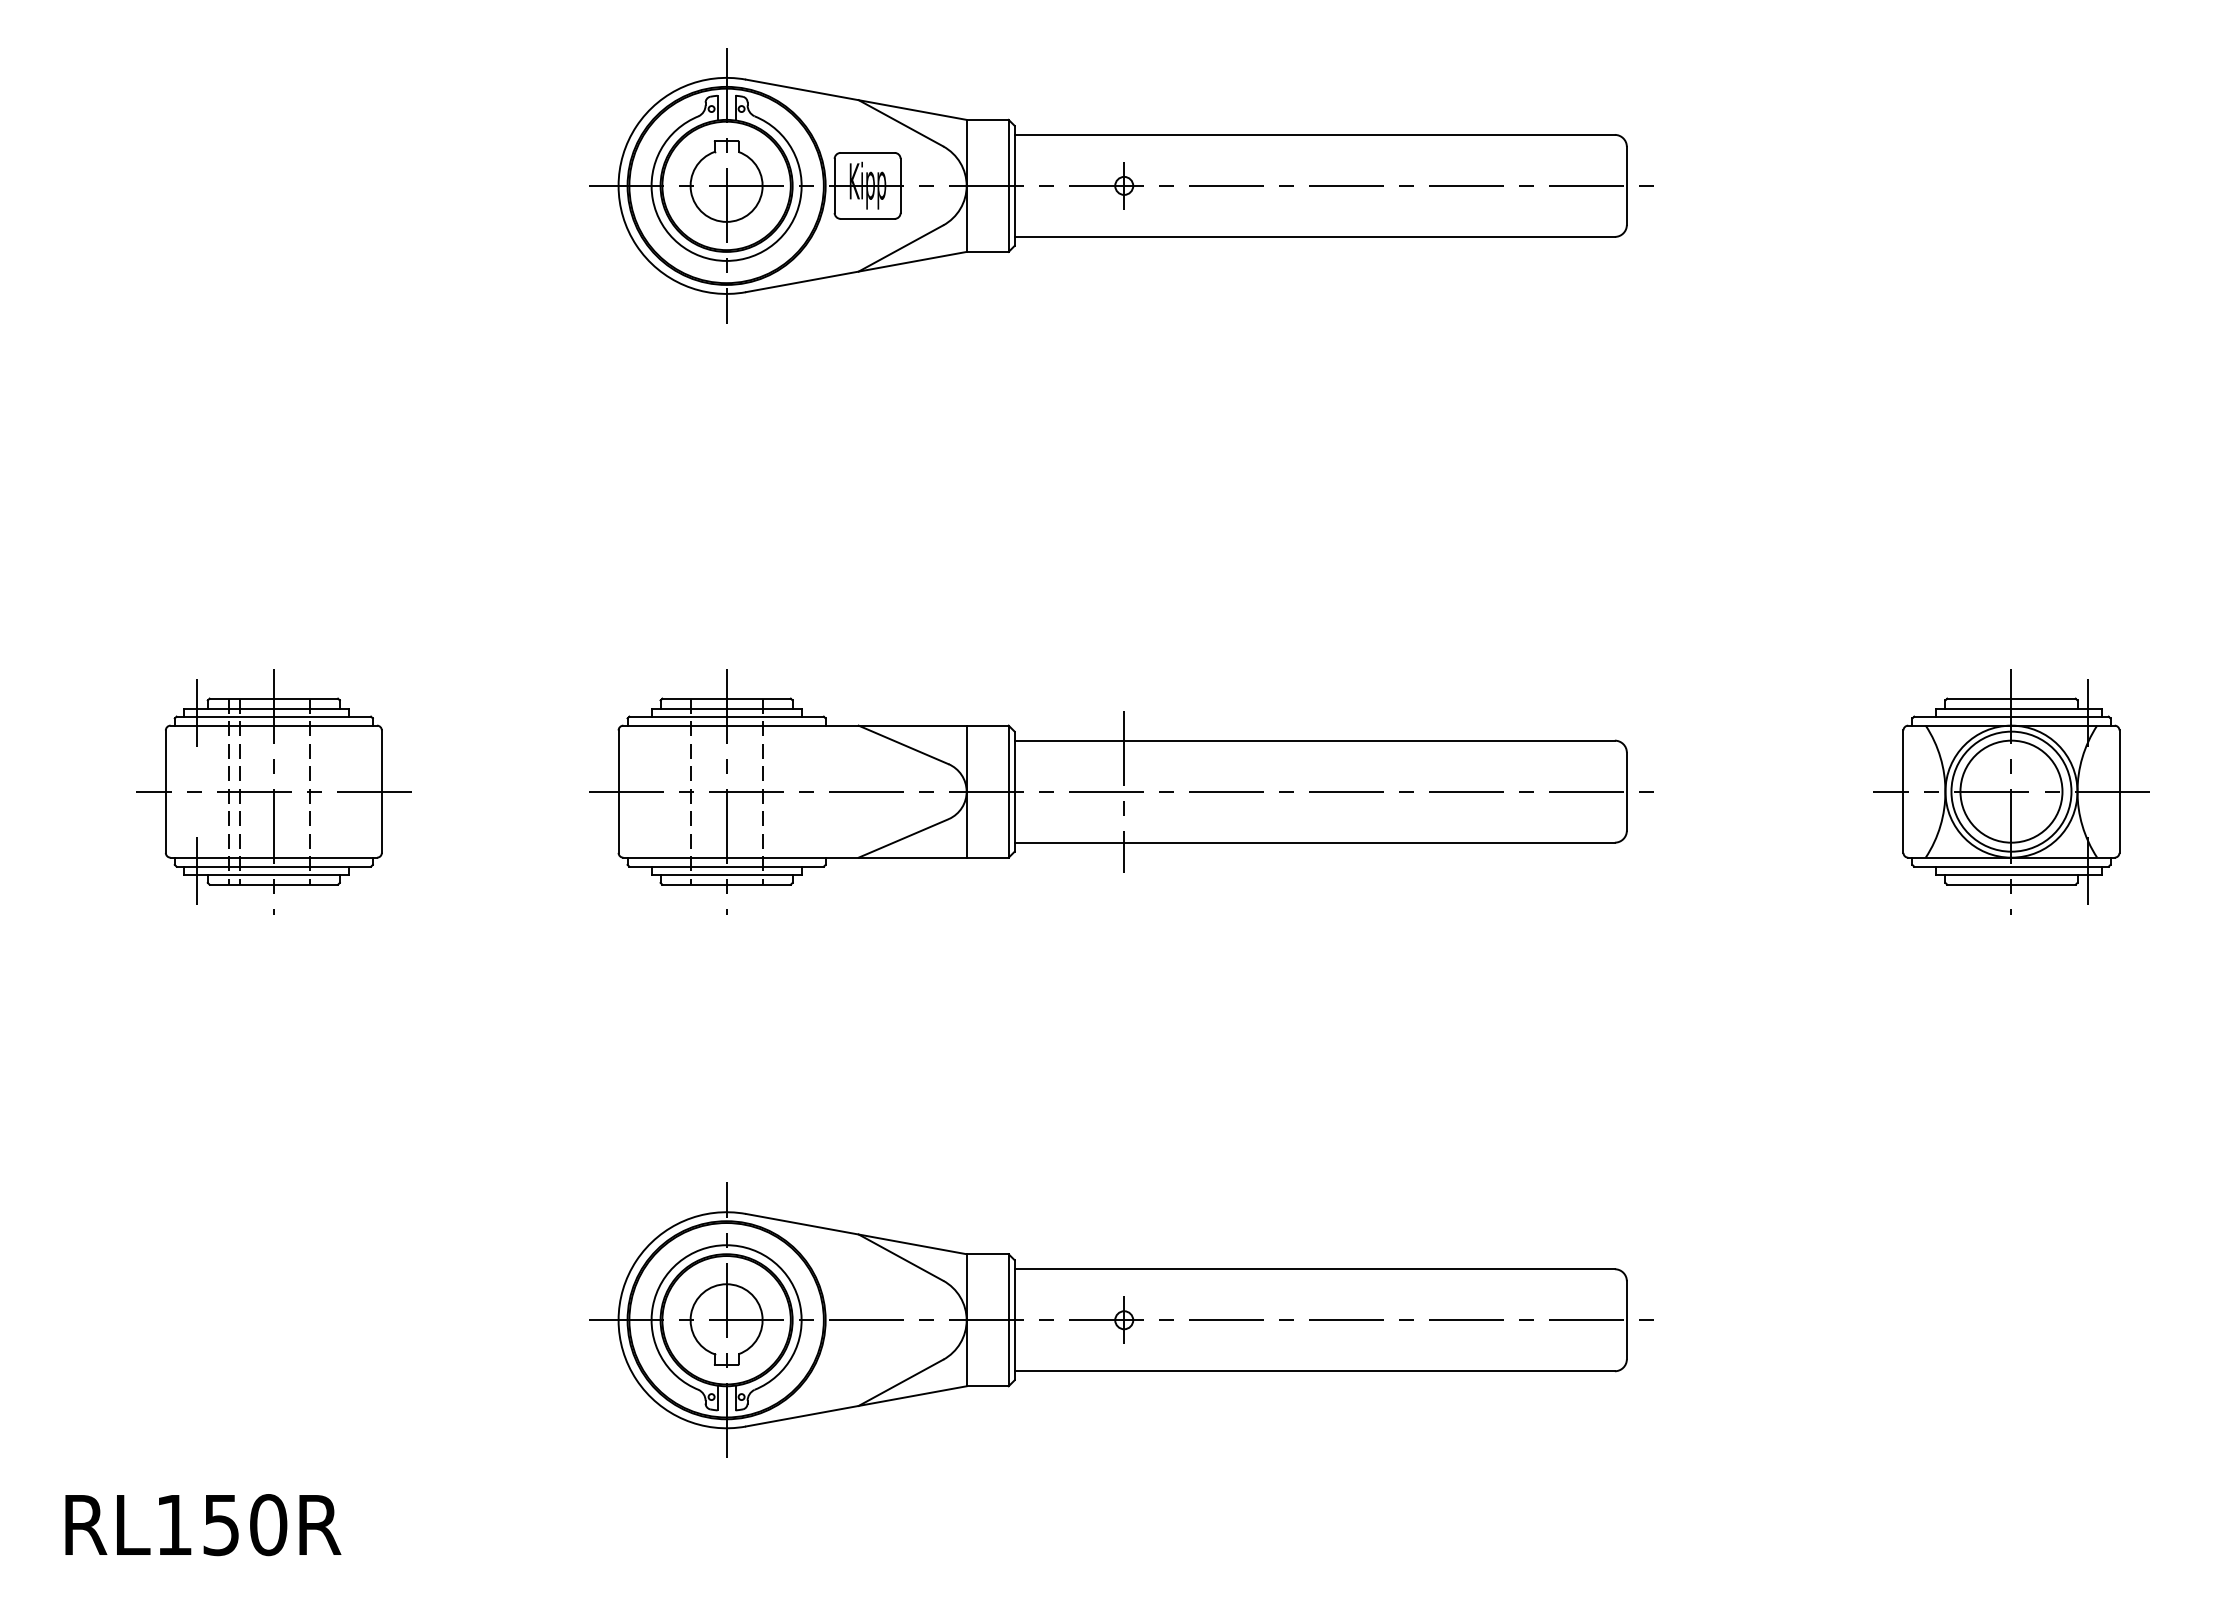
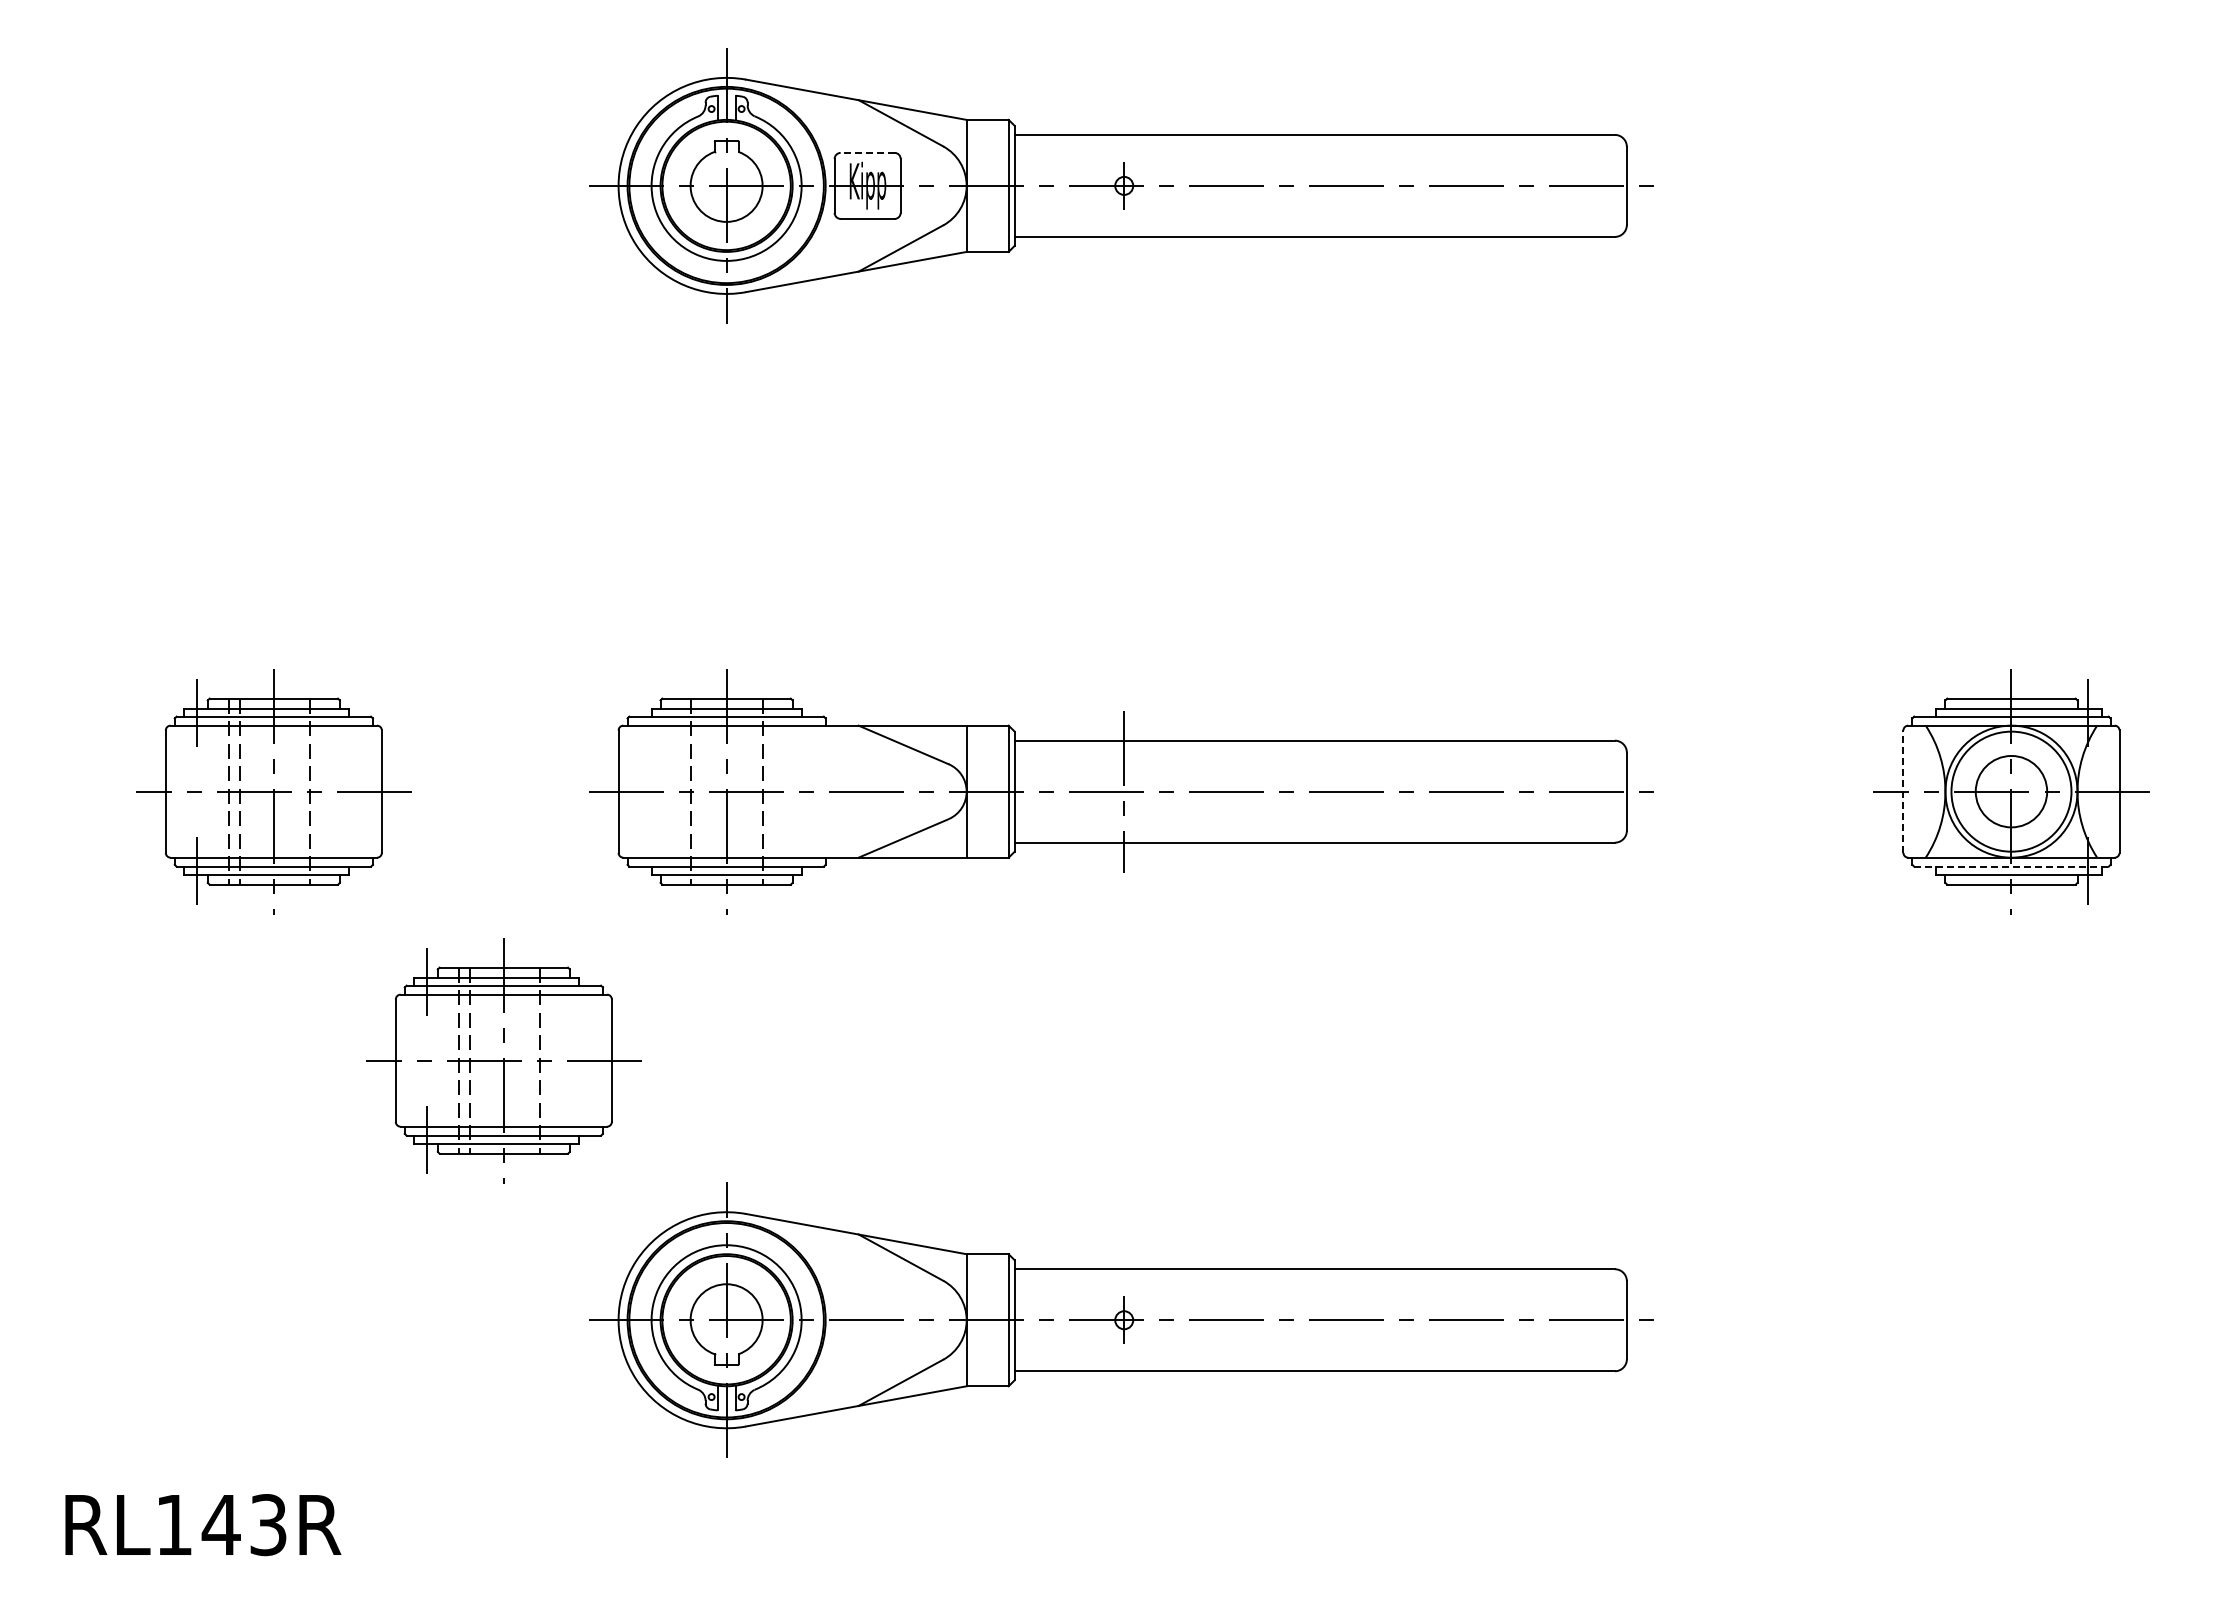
line at (867, 152): solid -> dashed
line at (1903, 791): solid -> dashed
circle at (2011, 791) diameter: 102 px -> 71 px
line at (2011, 866): solid -> dashed
part at (503, 1060): none -> present
text at (244, 1525): RL150R -> RL143R
